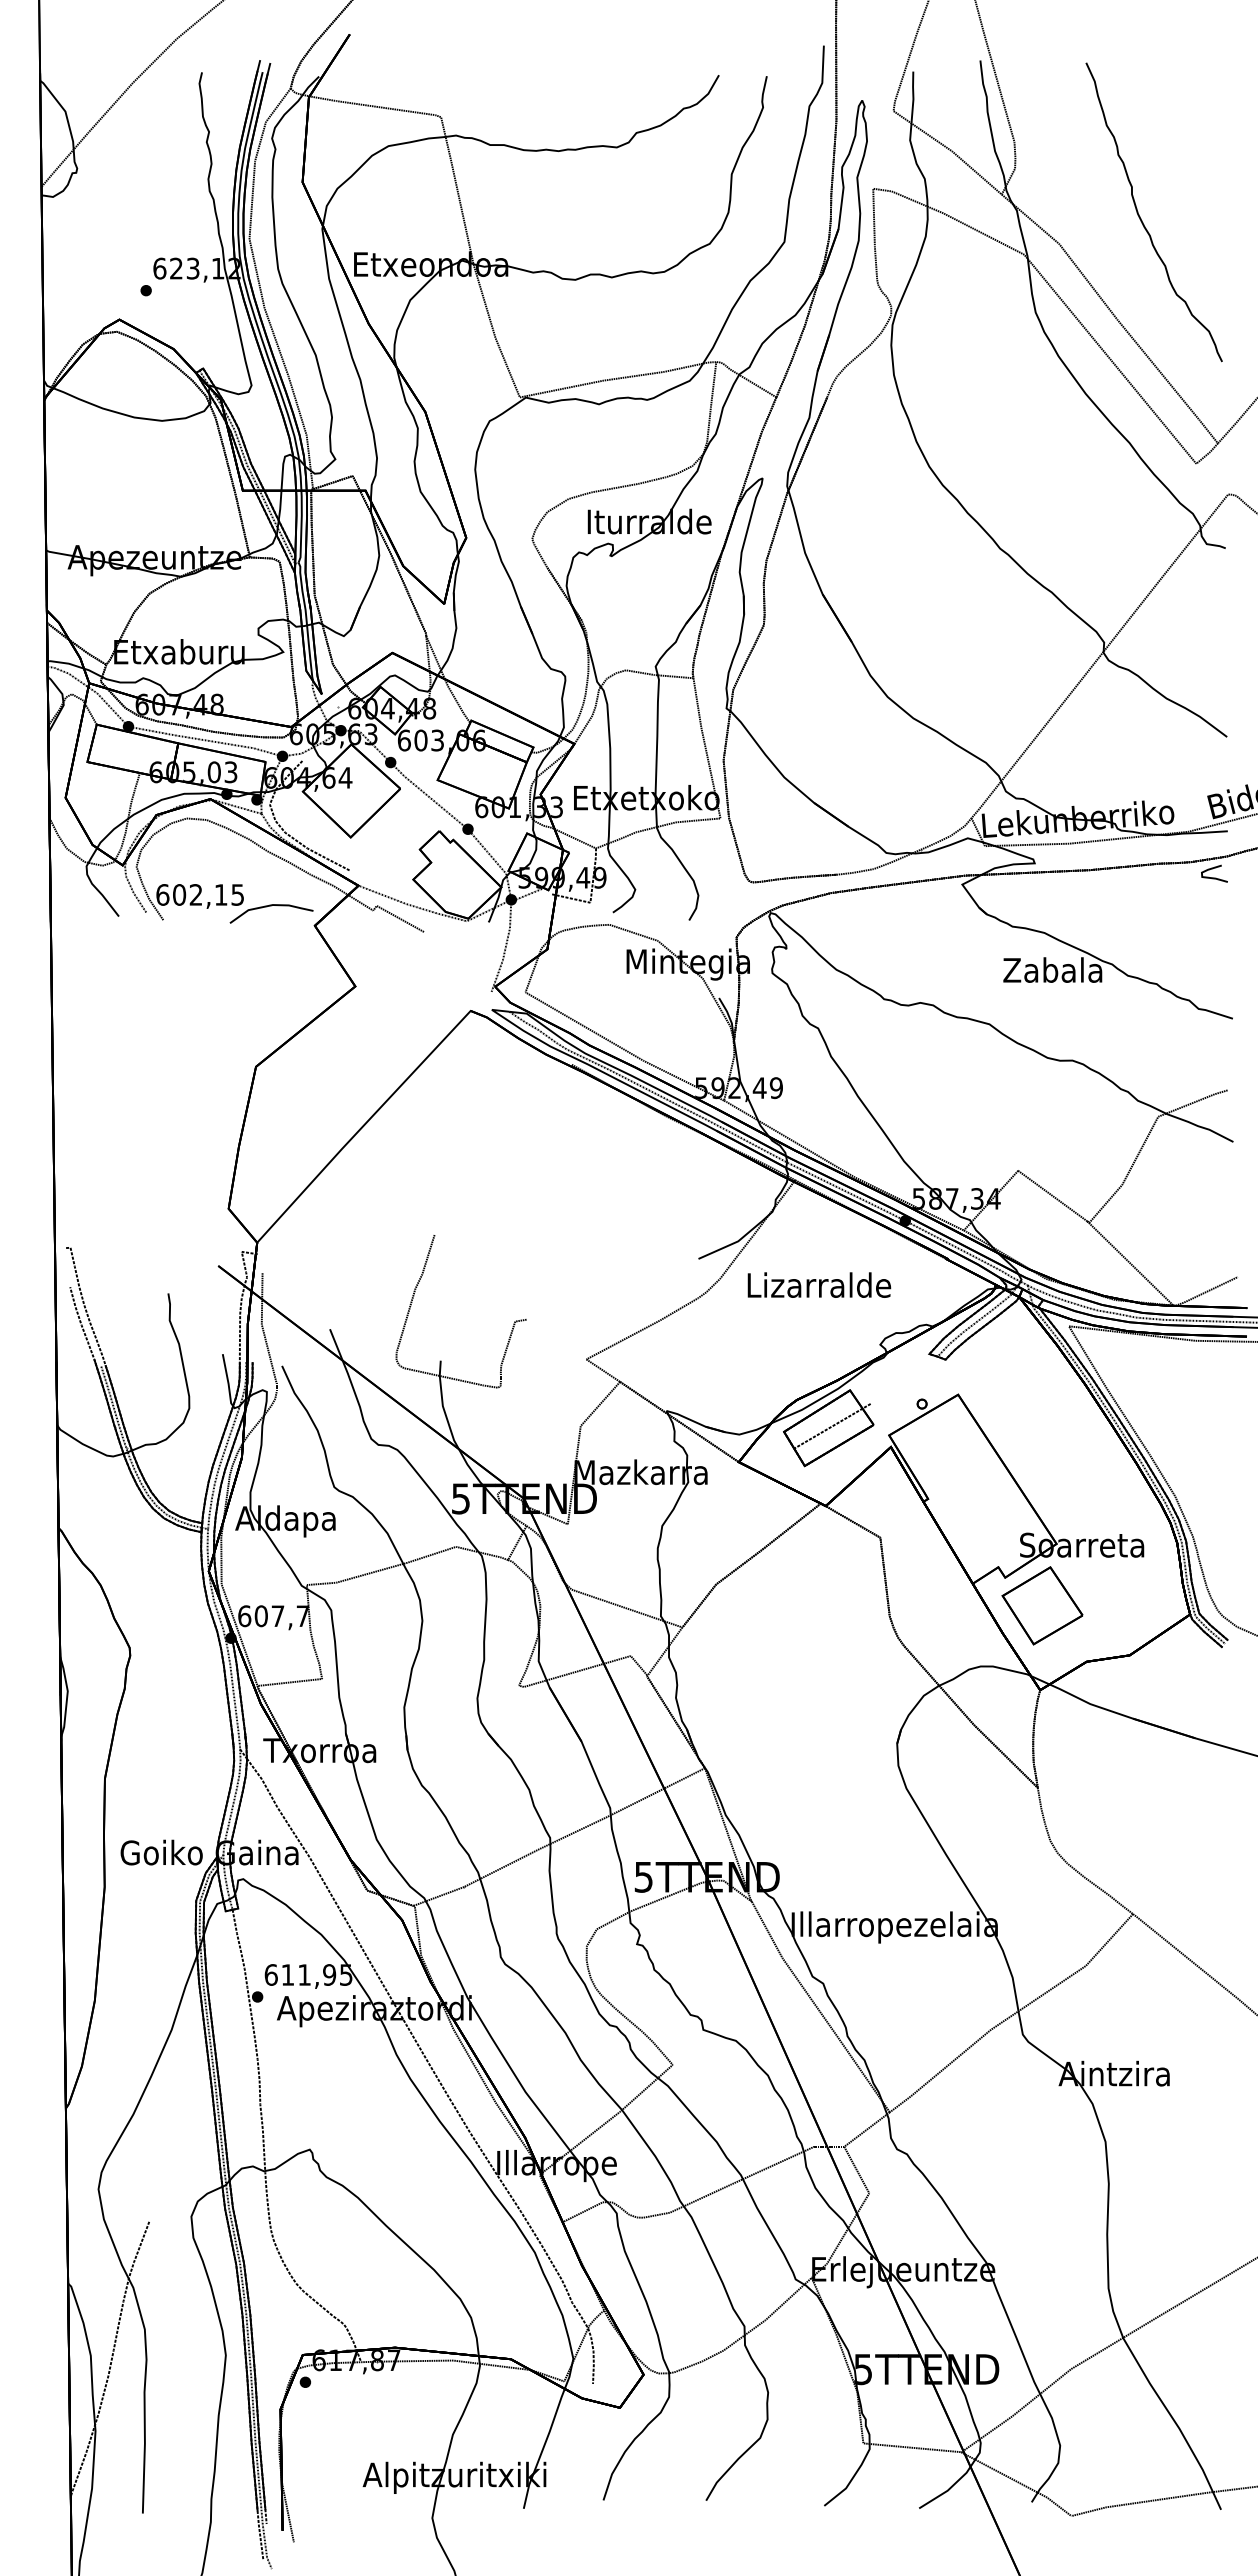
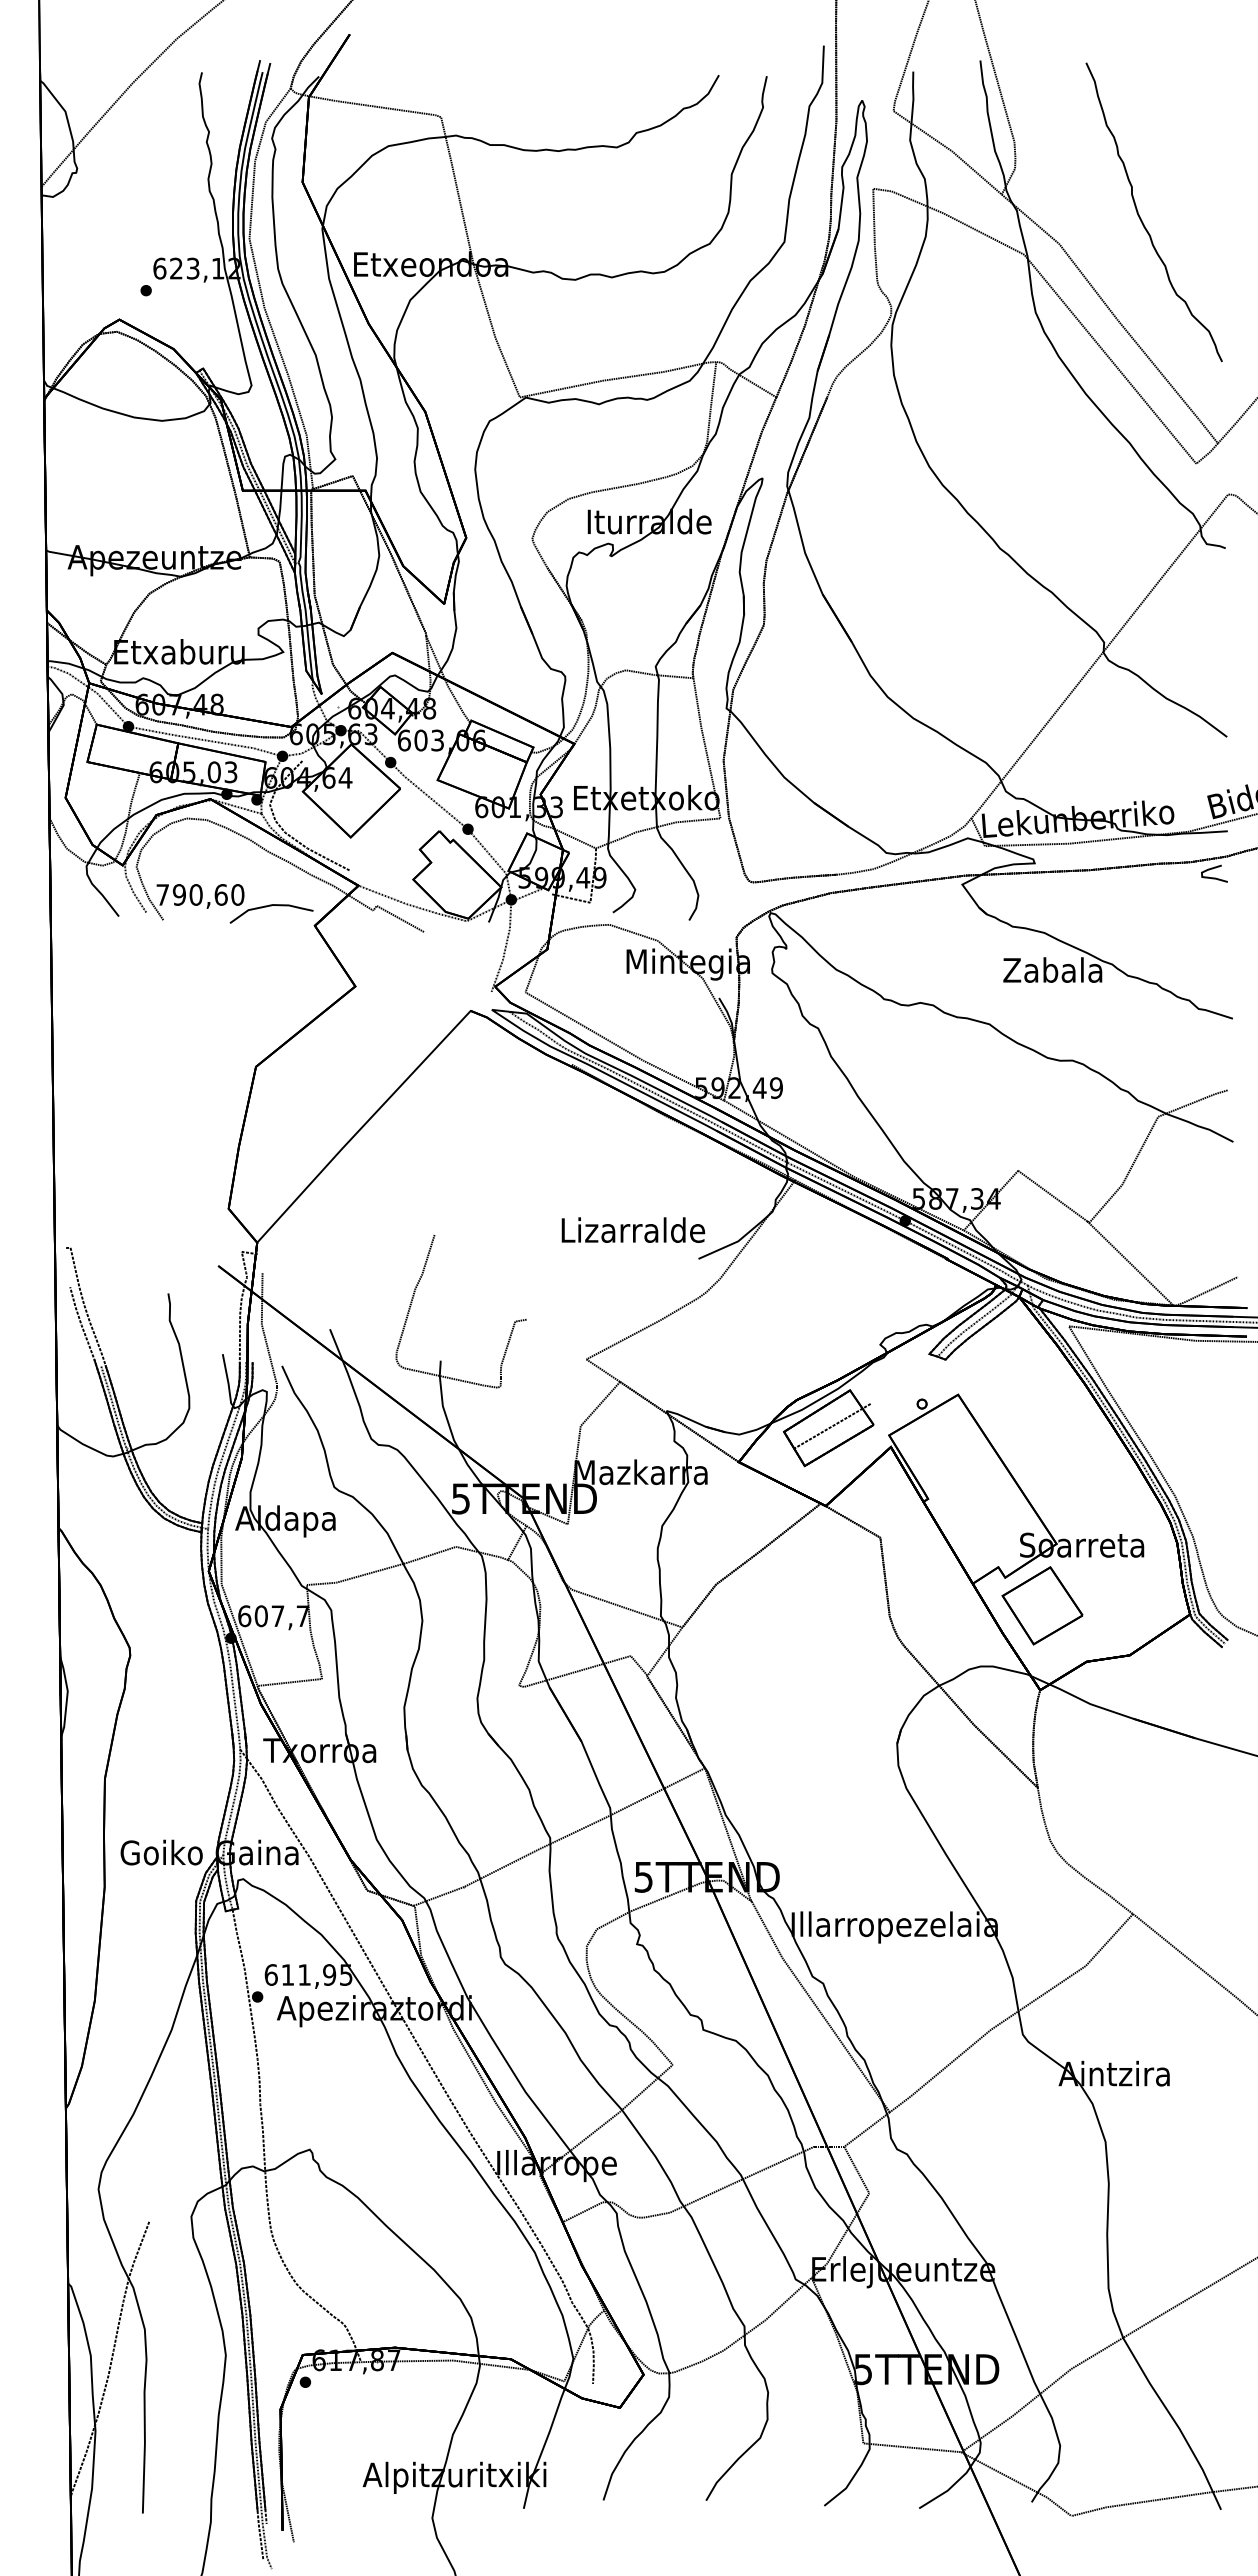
text at (200, 894): 602,15 -> 790,60
text at (819, 1284) position: (819, 1284) -> (633, 1229)
